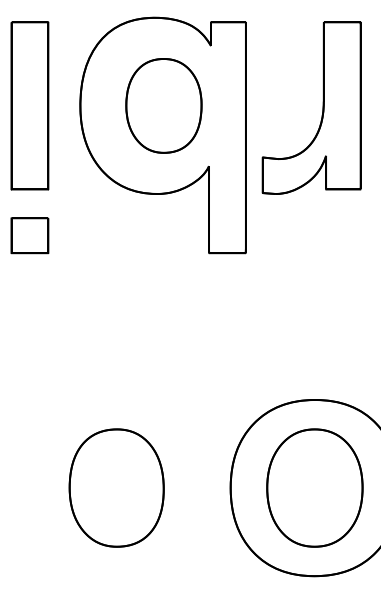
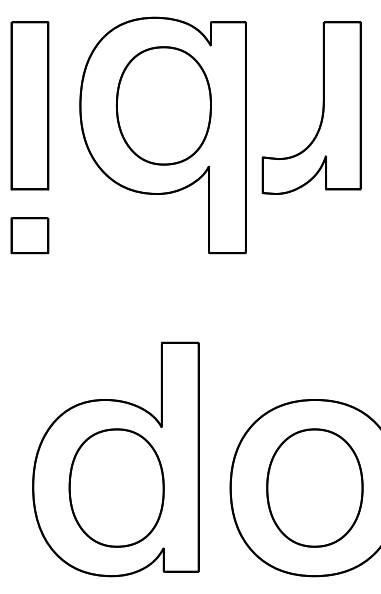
part at (163, 105) size: 78x96 px -> 96x120 px
part at (115, 459): none -> present
